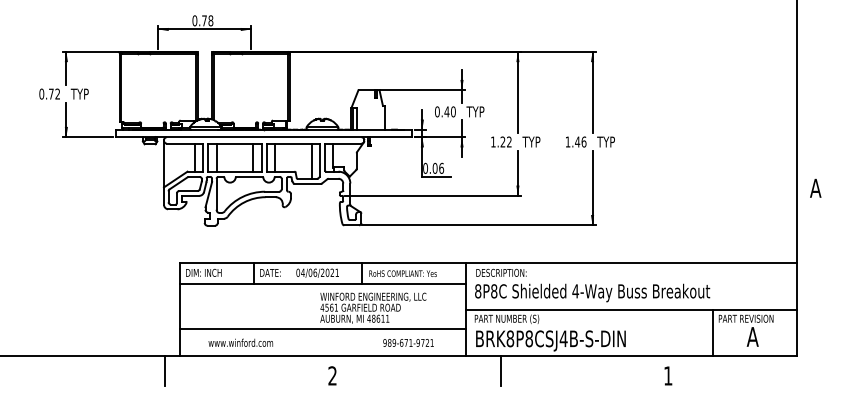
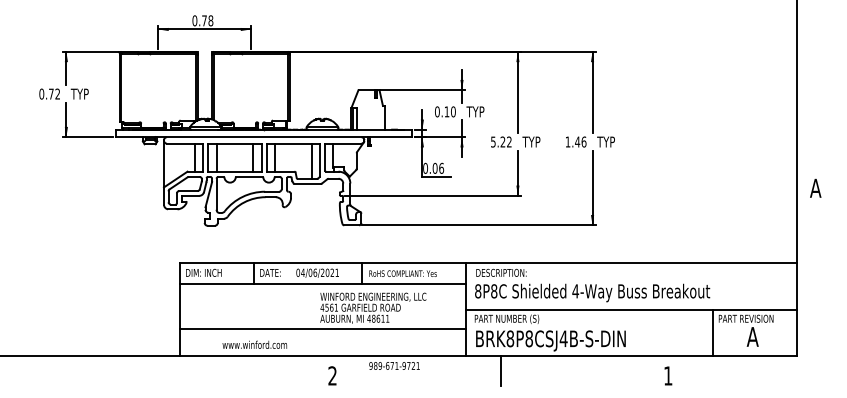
text at (446, 111): 0.40 -> 0.10
text at (493, 141): 1.22 -> 5.22
text at (240, 342) position: (240, 342) -> (254, 344)
text at (408, 342) position: (408, 342) -> (394, 365)
line at (165, 371): present -> none
